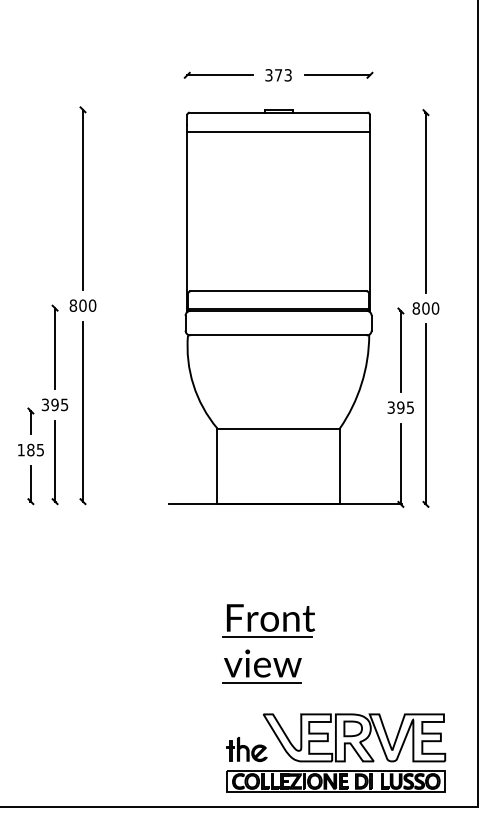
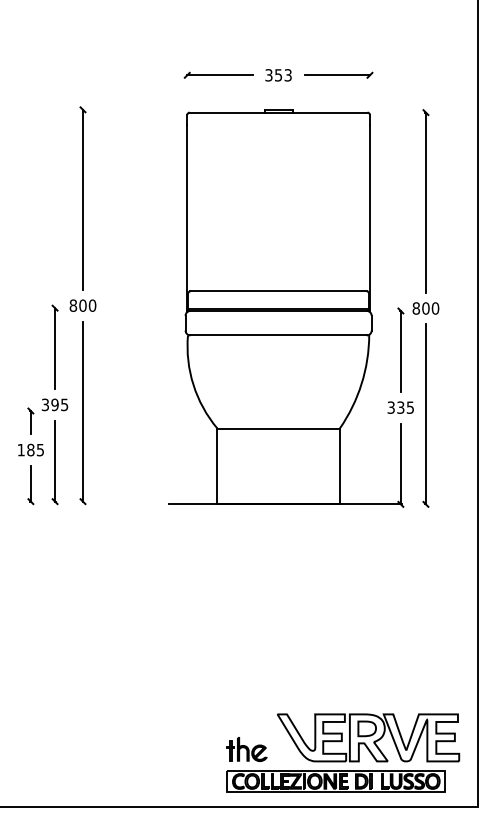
text at (278, 75): 373 -> 353
line at (278, 132): present -> none
text at (400, 407): 395 -> 335
part at (268, 643): present -> none
part at (354, 737) position: (354, 737) -> (368, 737)
